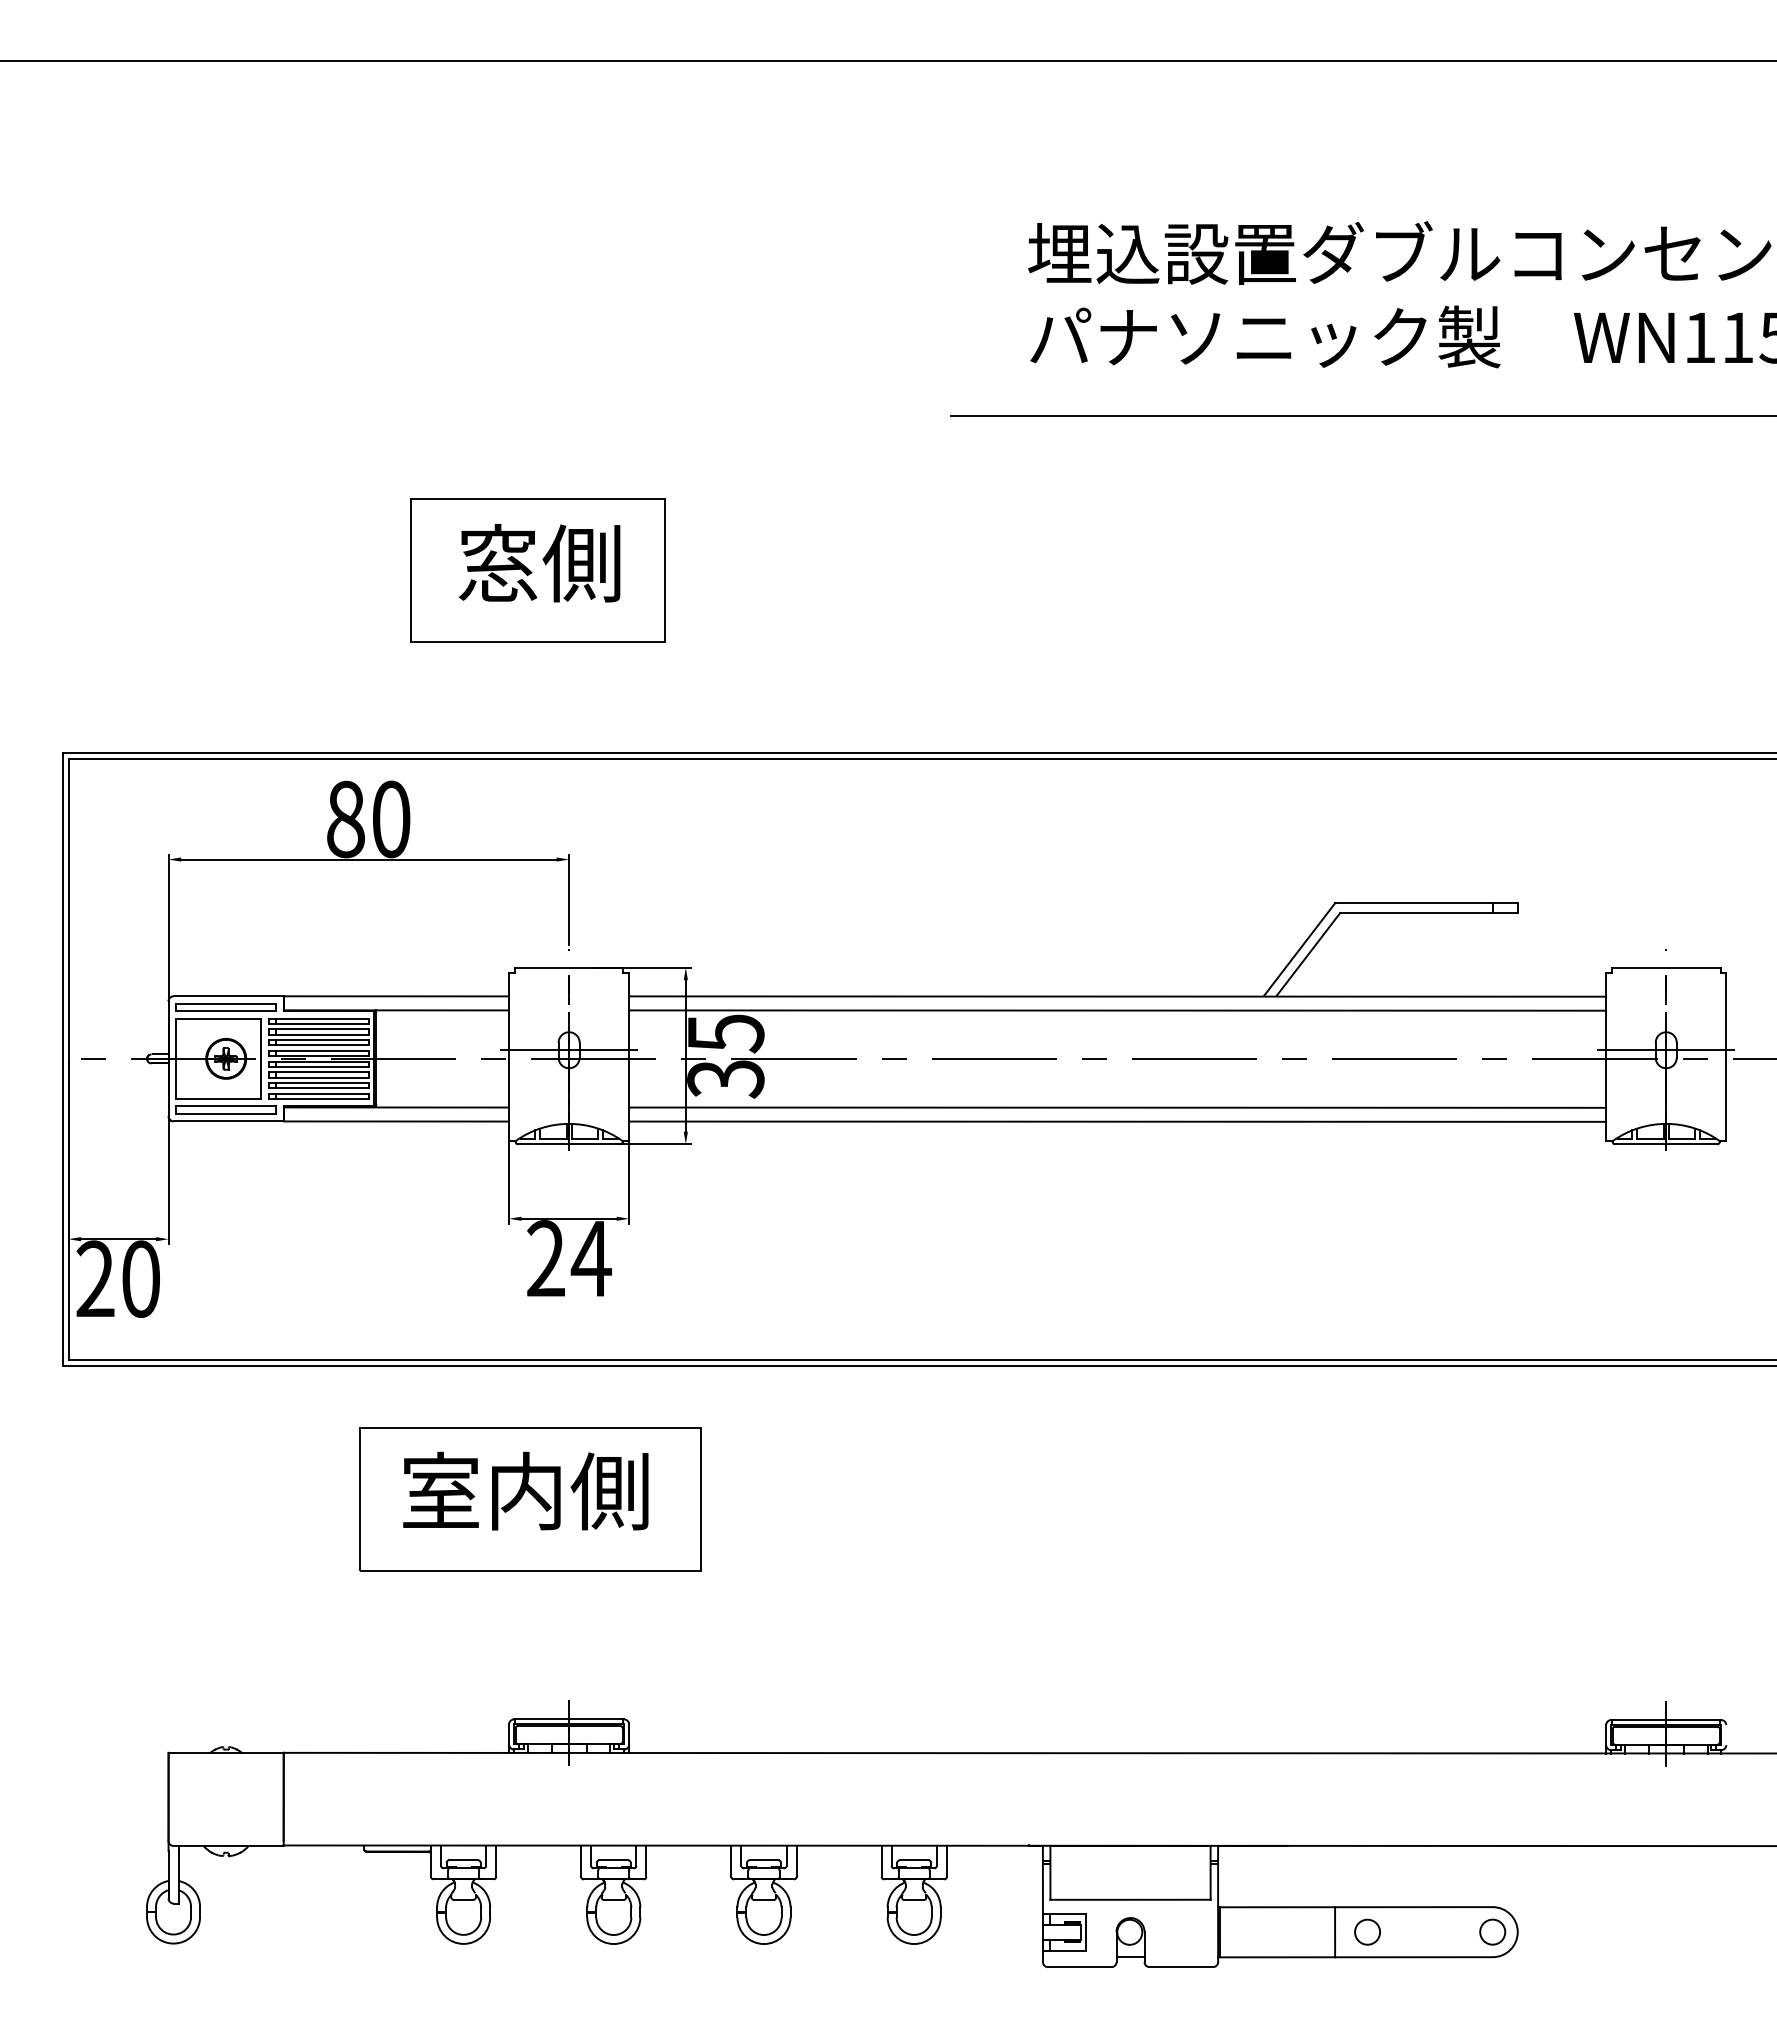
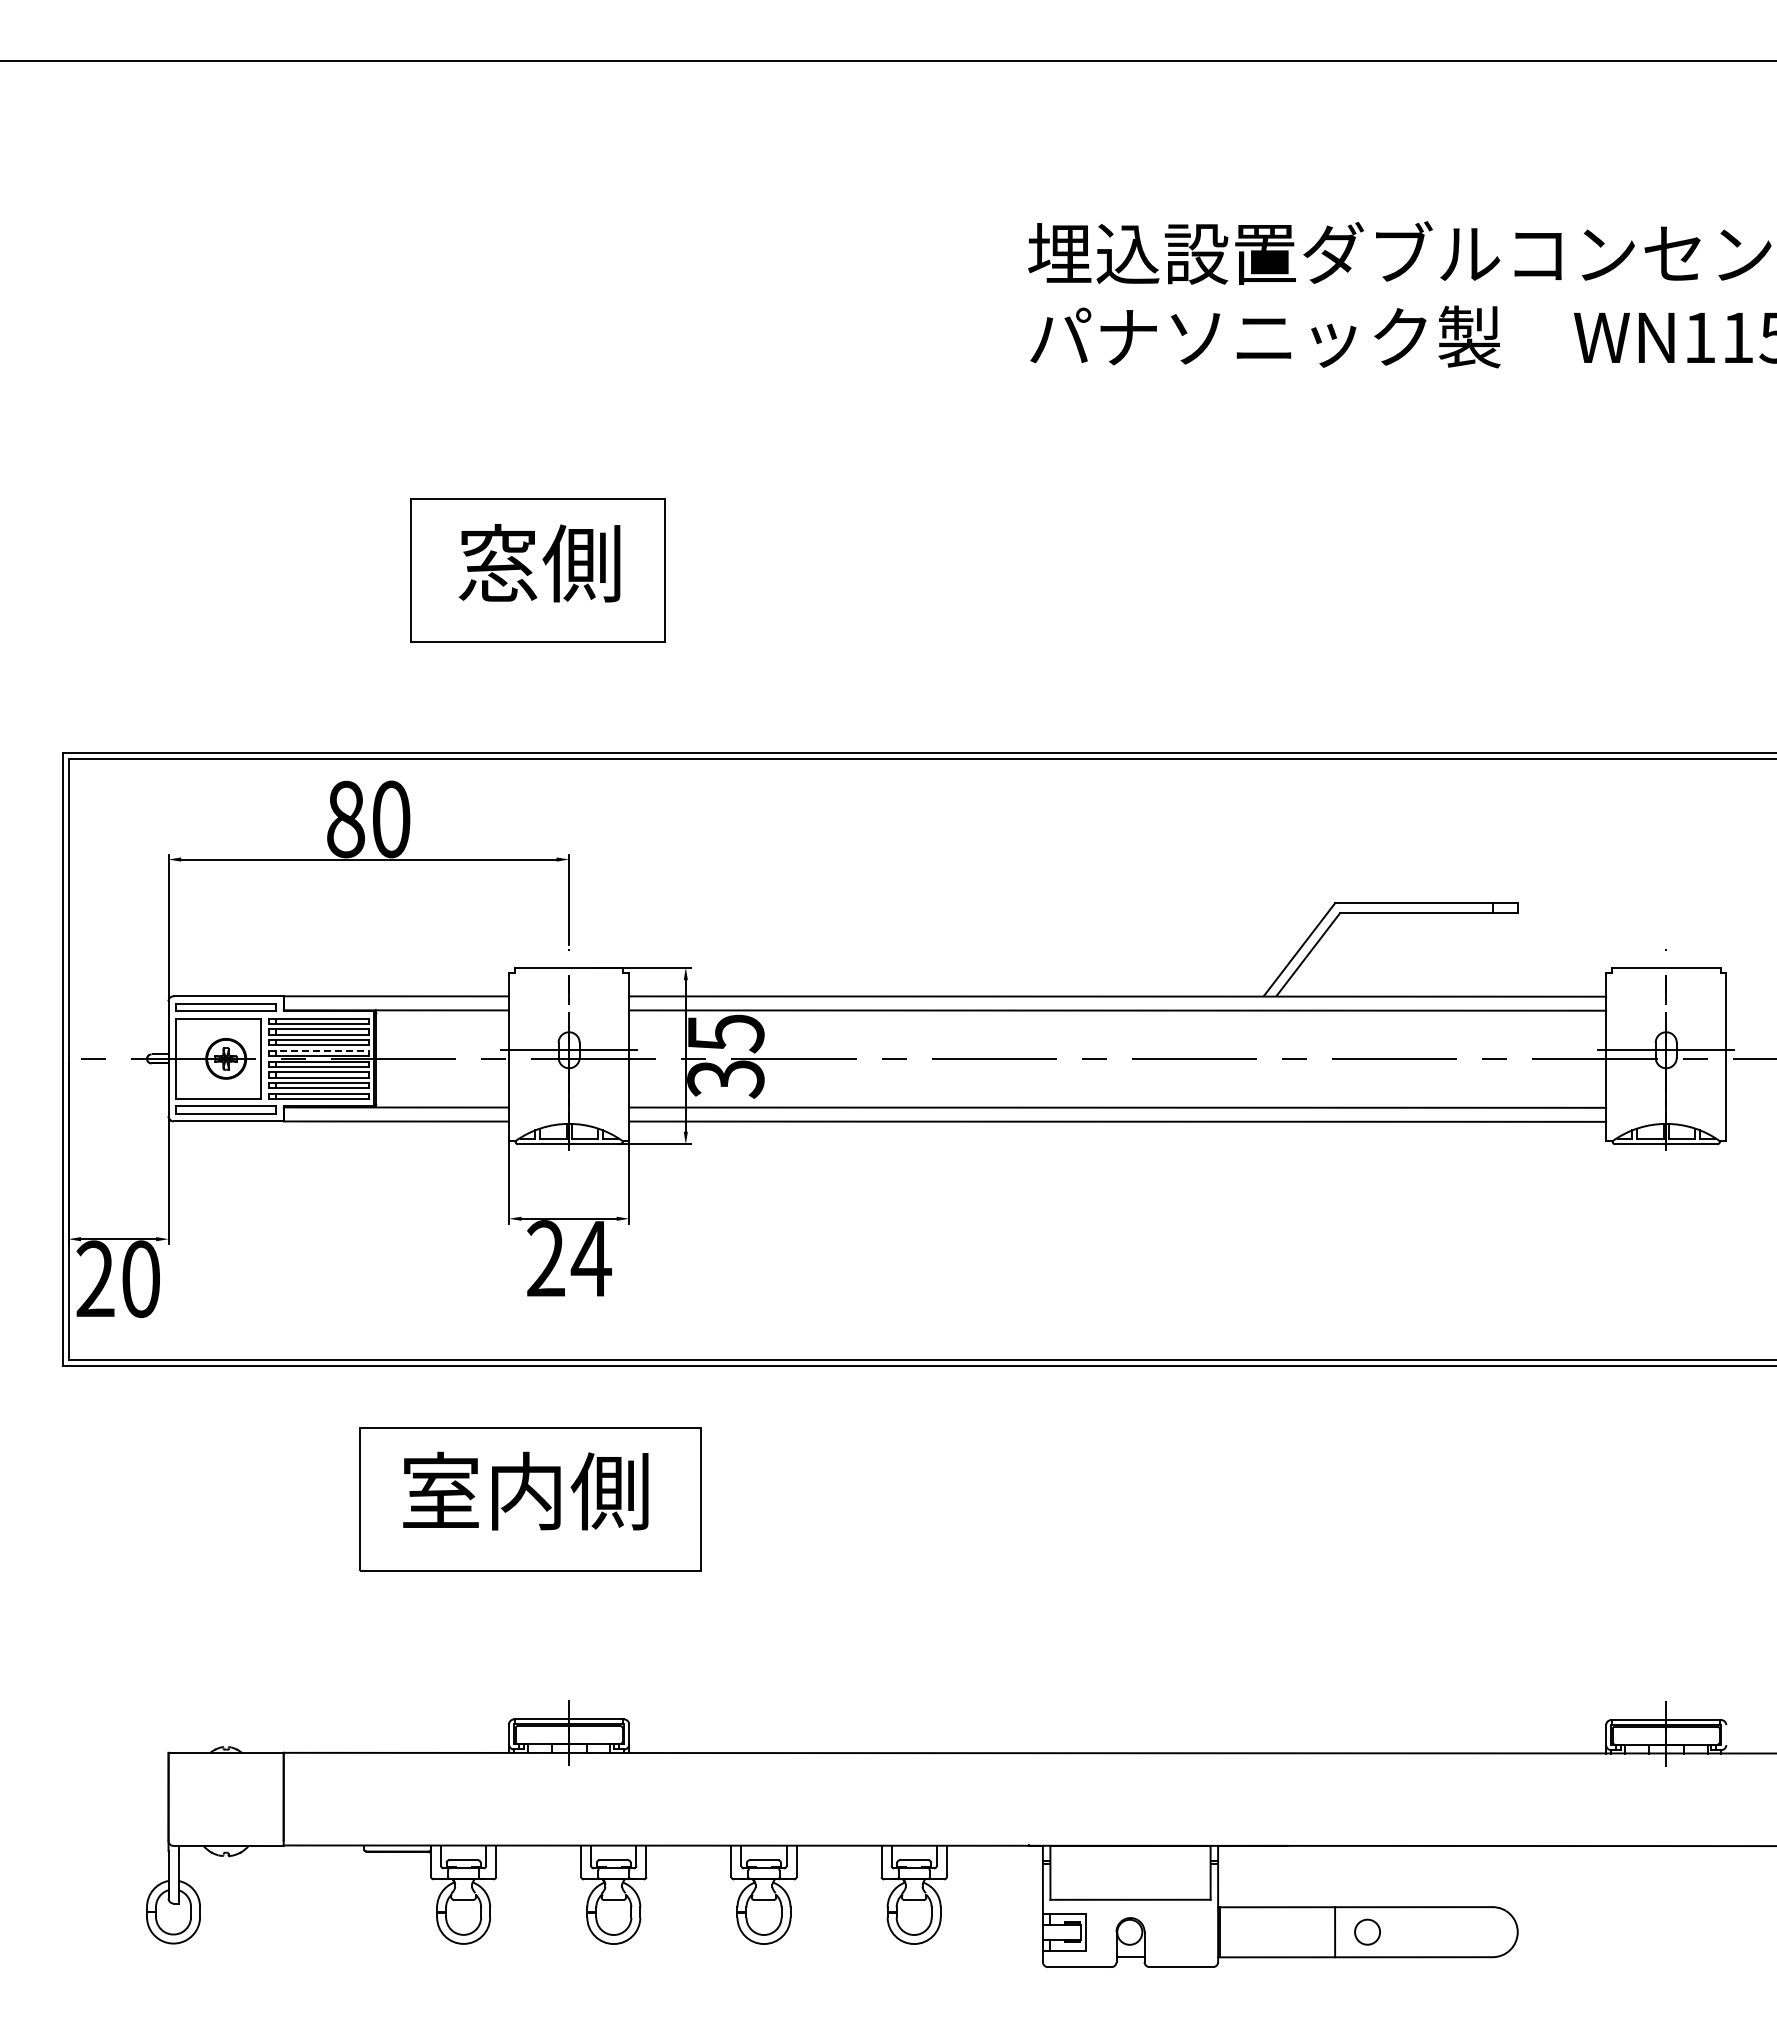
line at (1361, 416): present -> none
line at (319, 1050): solid -> dashed
circle at (1492, 1931): present -> none
